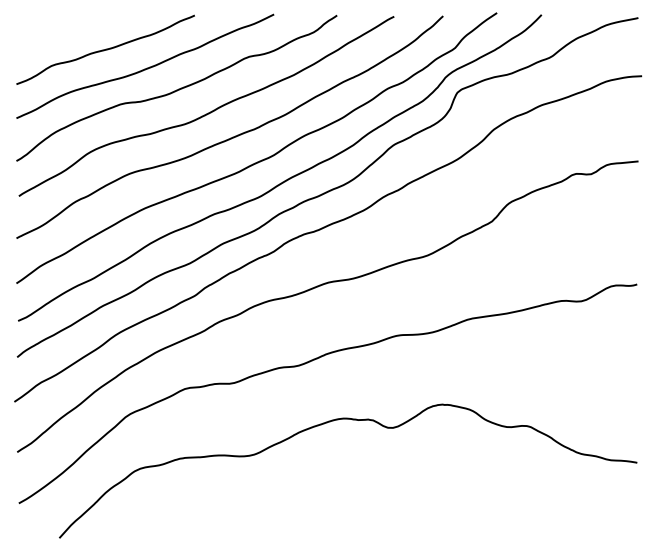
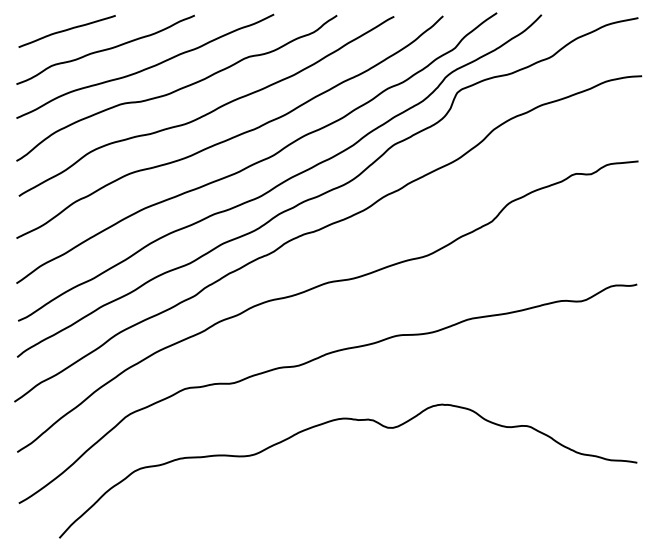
curve at (66, 31): none -> present
